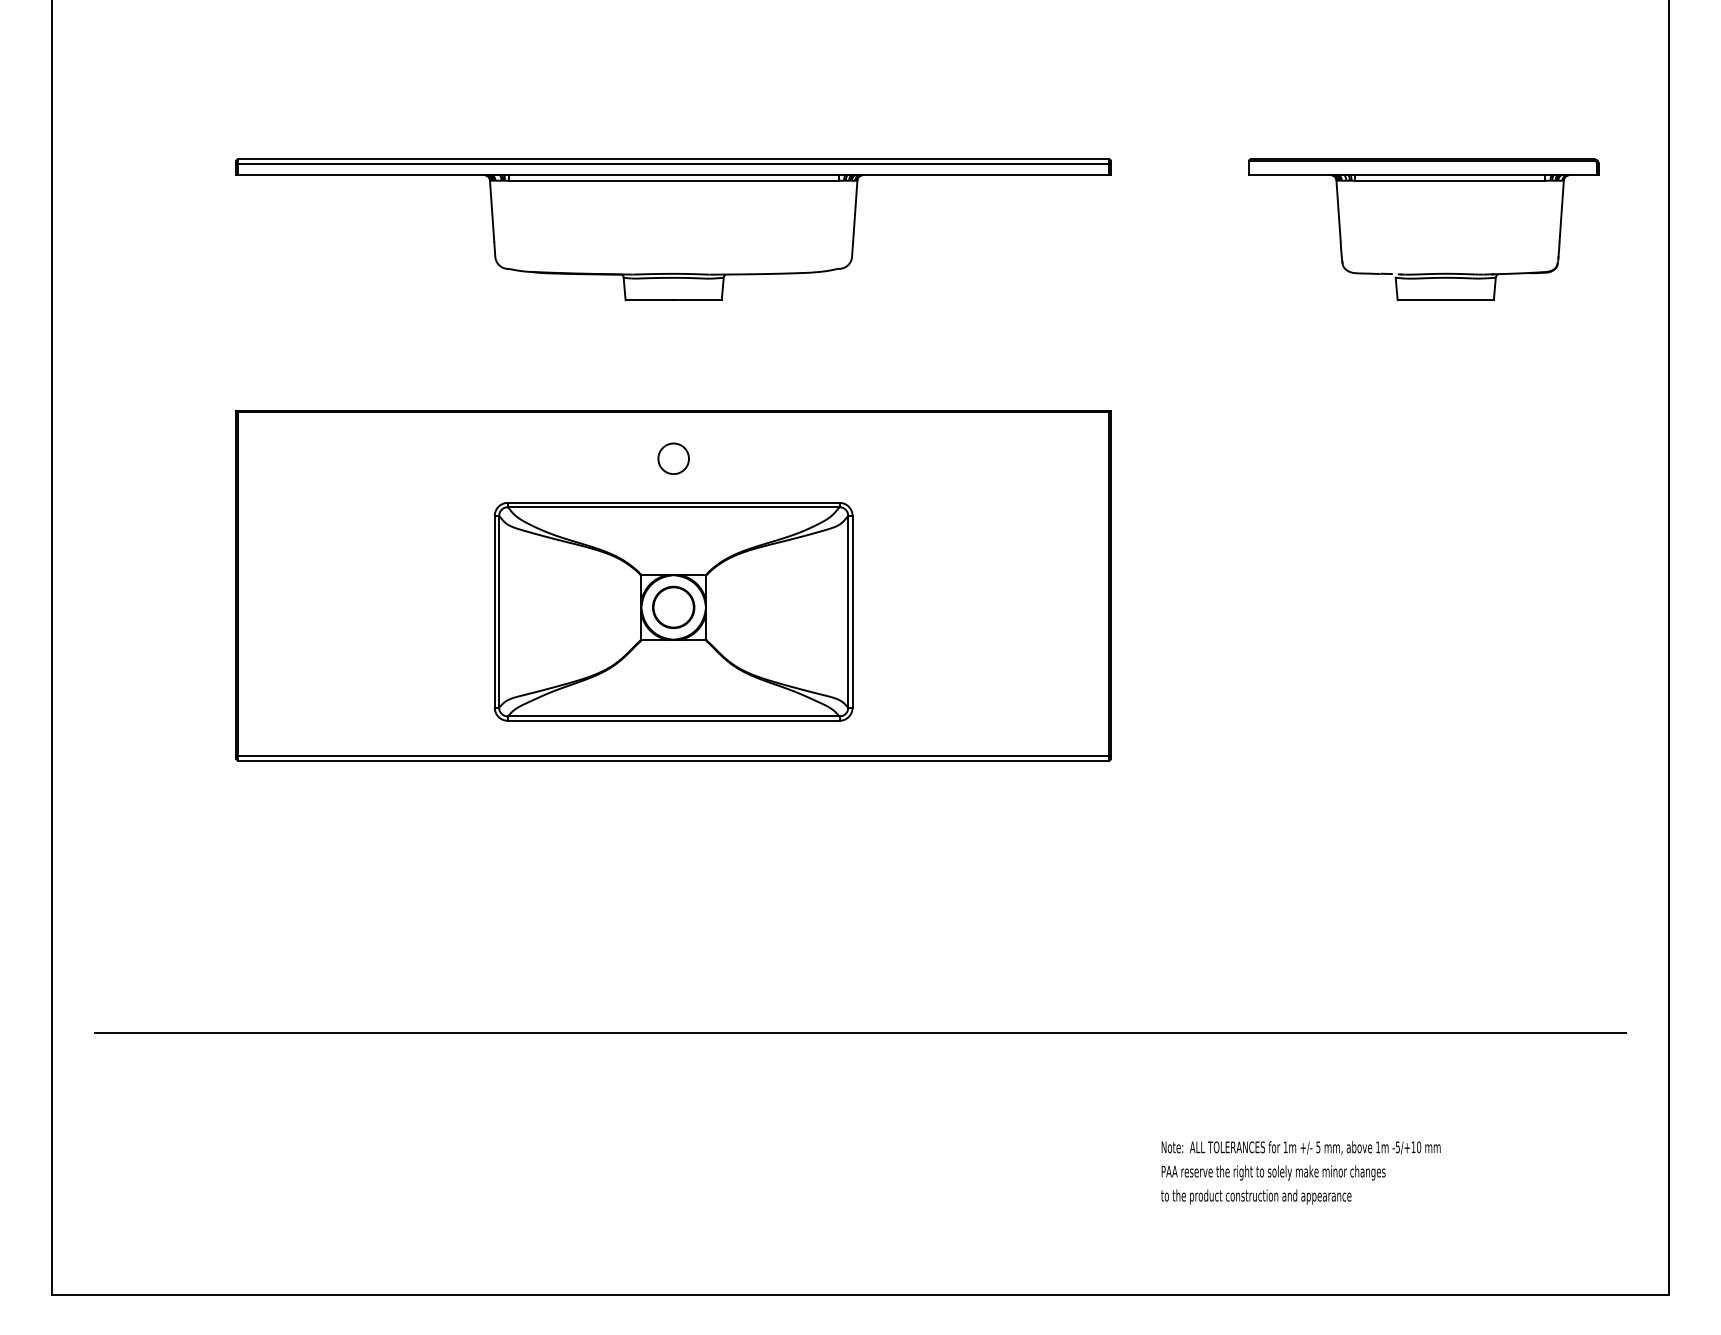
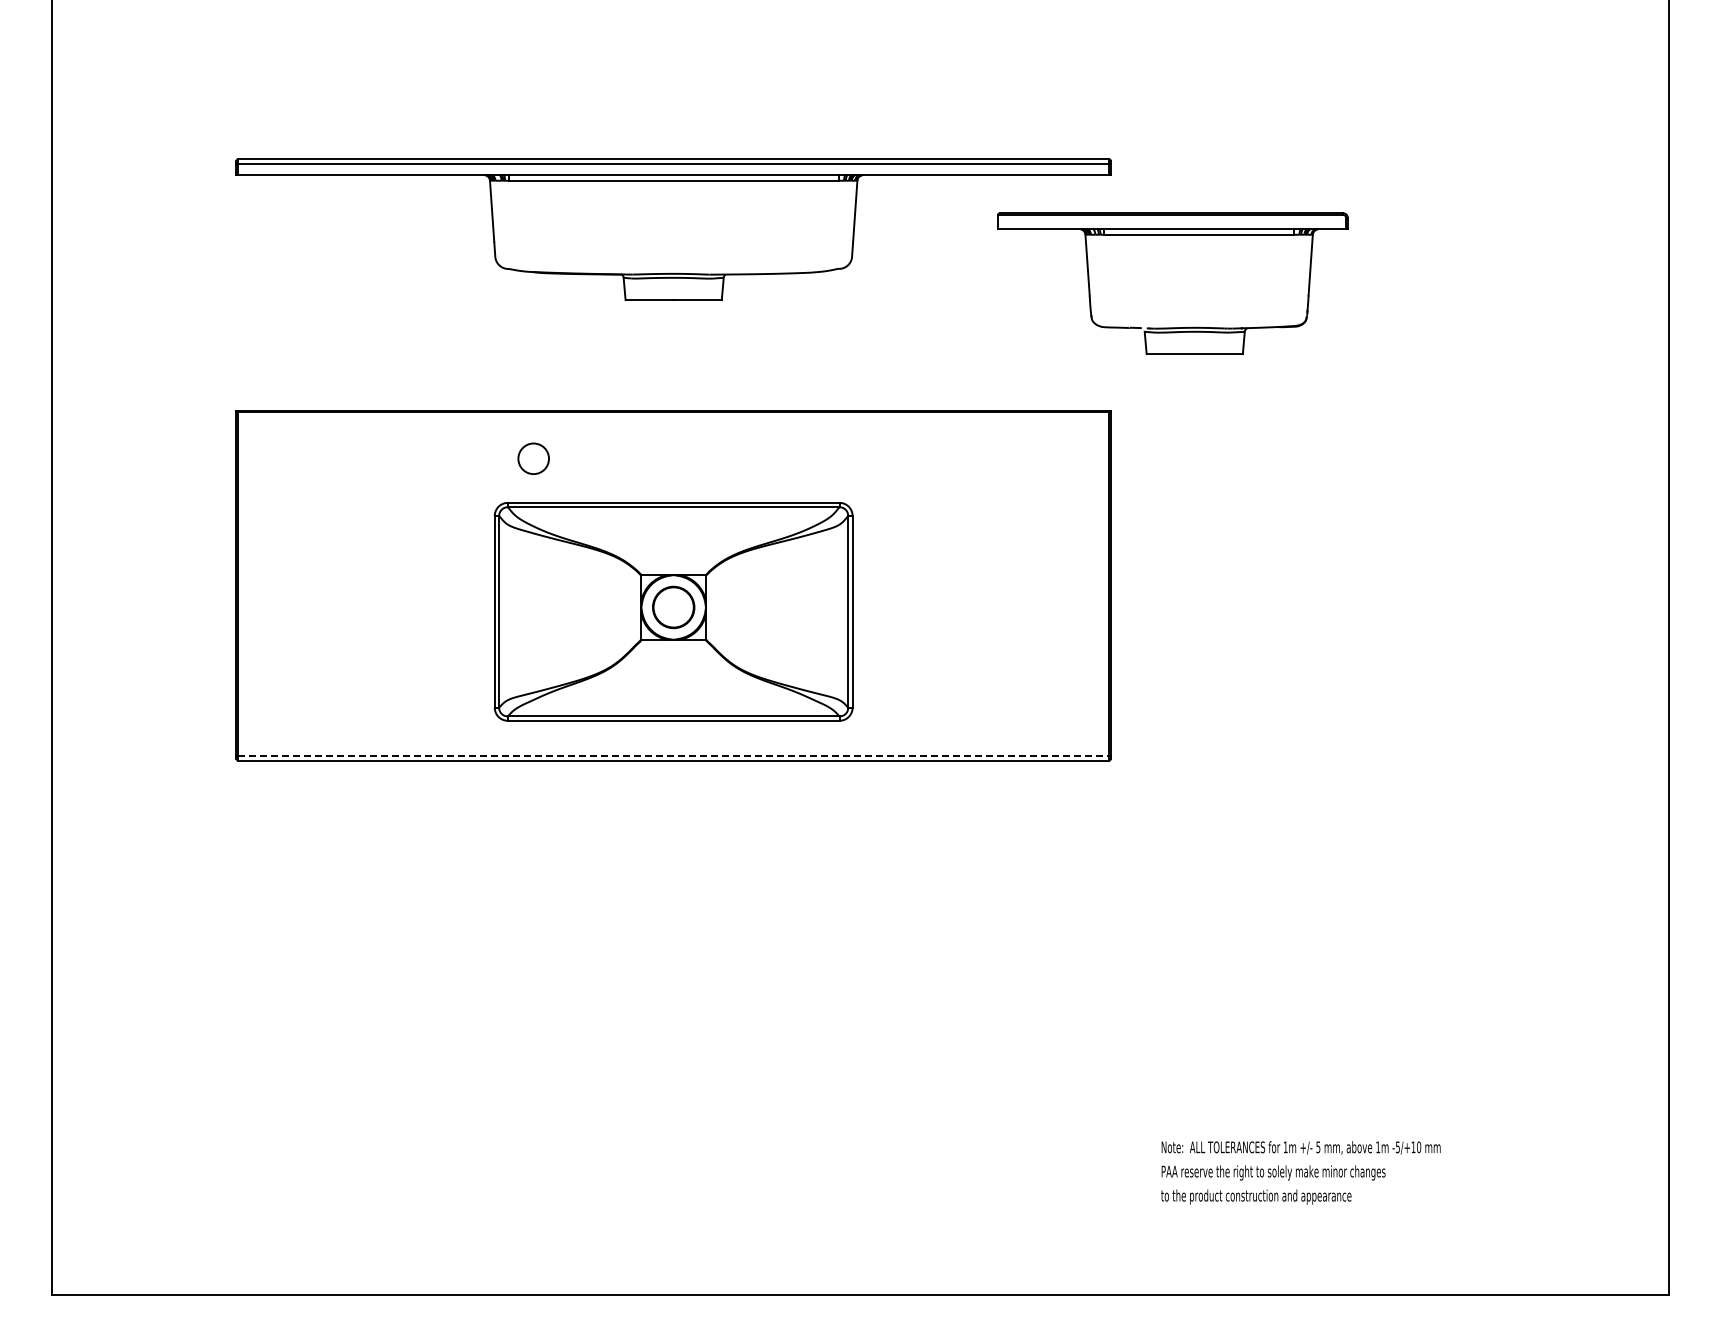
part at (1423, 273) position: (1423, 273) -> (1172, 327)
circle at (673, 458) position: (673, 458) -> (533, 458)
line at (674, 756): solid -> dashed
line at (860, 1032): present -> none
